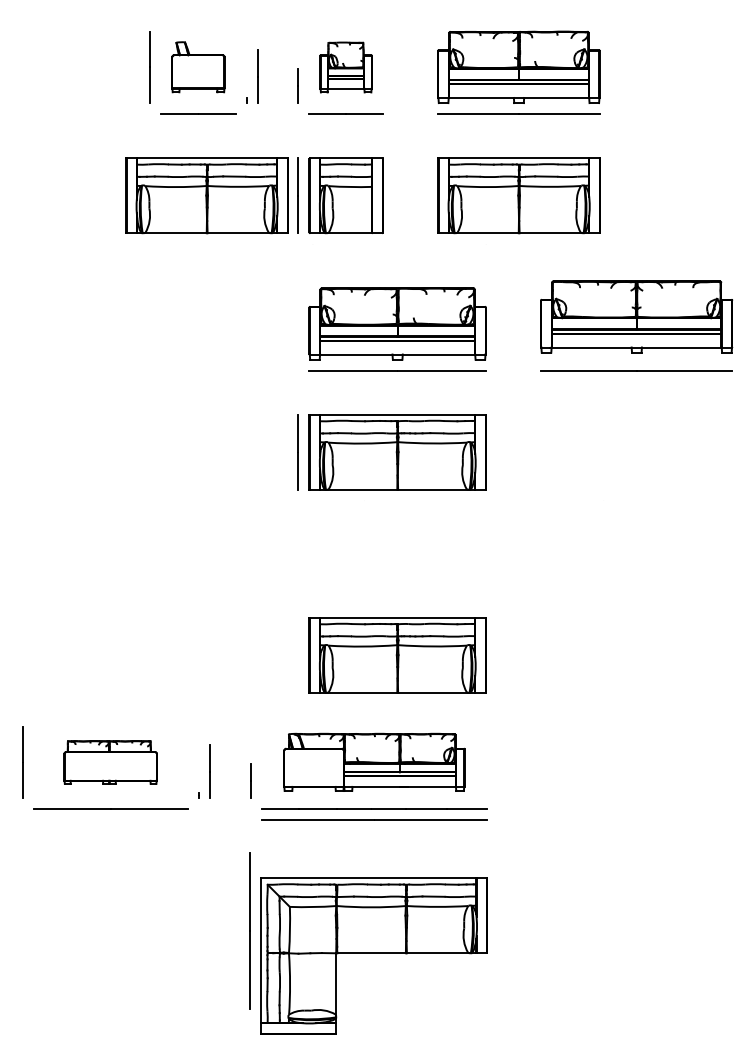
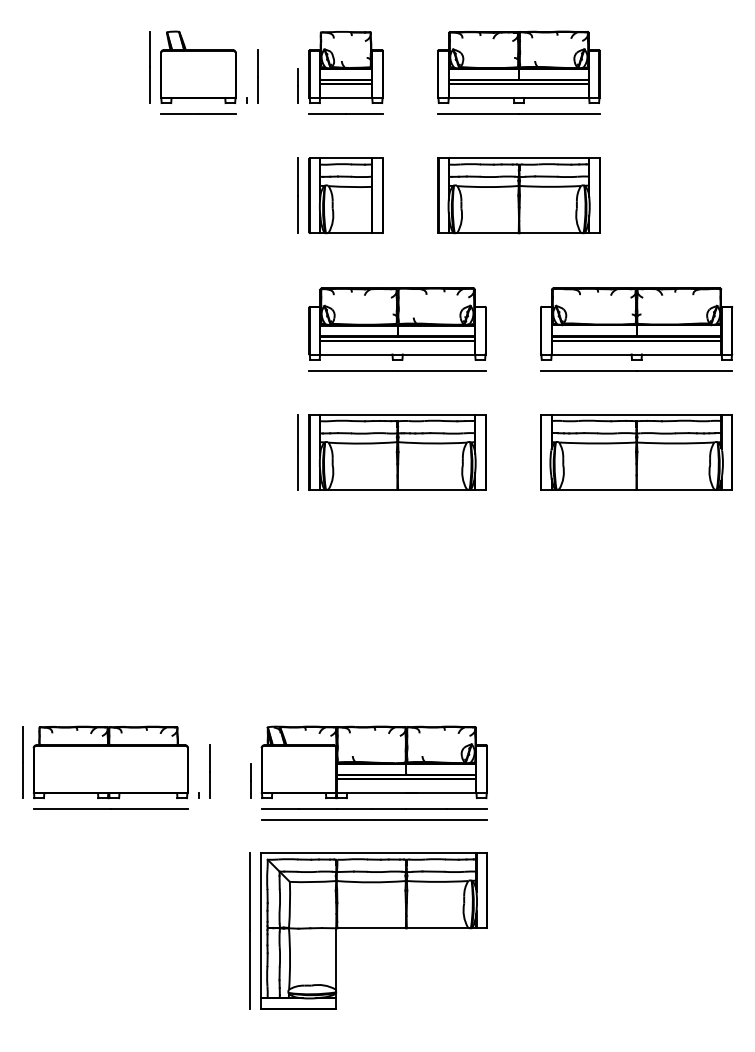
part at (198, 67) size: 55x53 px -> 77x74 px
part at (345, 67) size: 54x53 px -> 76x73 px
part at (206, 195): present -> none
part at (636, 316) position: (636, 316) -> (636, 323)
part at (636, 452): none -> present
part at (397, 655): present -> none
part at (374, 761) size: 183x60 px -> 228x75 px
part at (110, 762) size: 95x45 px -> 157x75 px
part at (373, 955) position: (373, 955) -> (373, 930)
